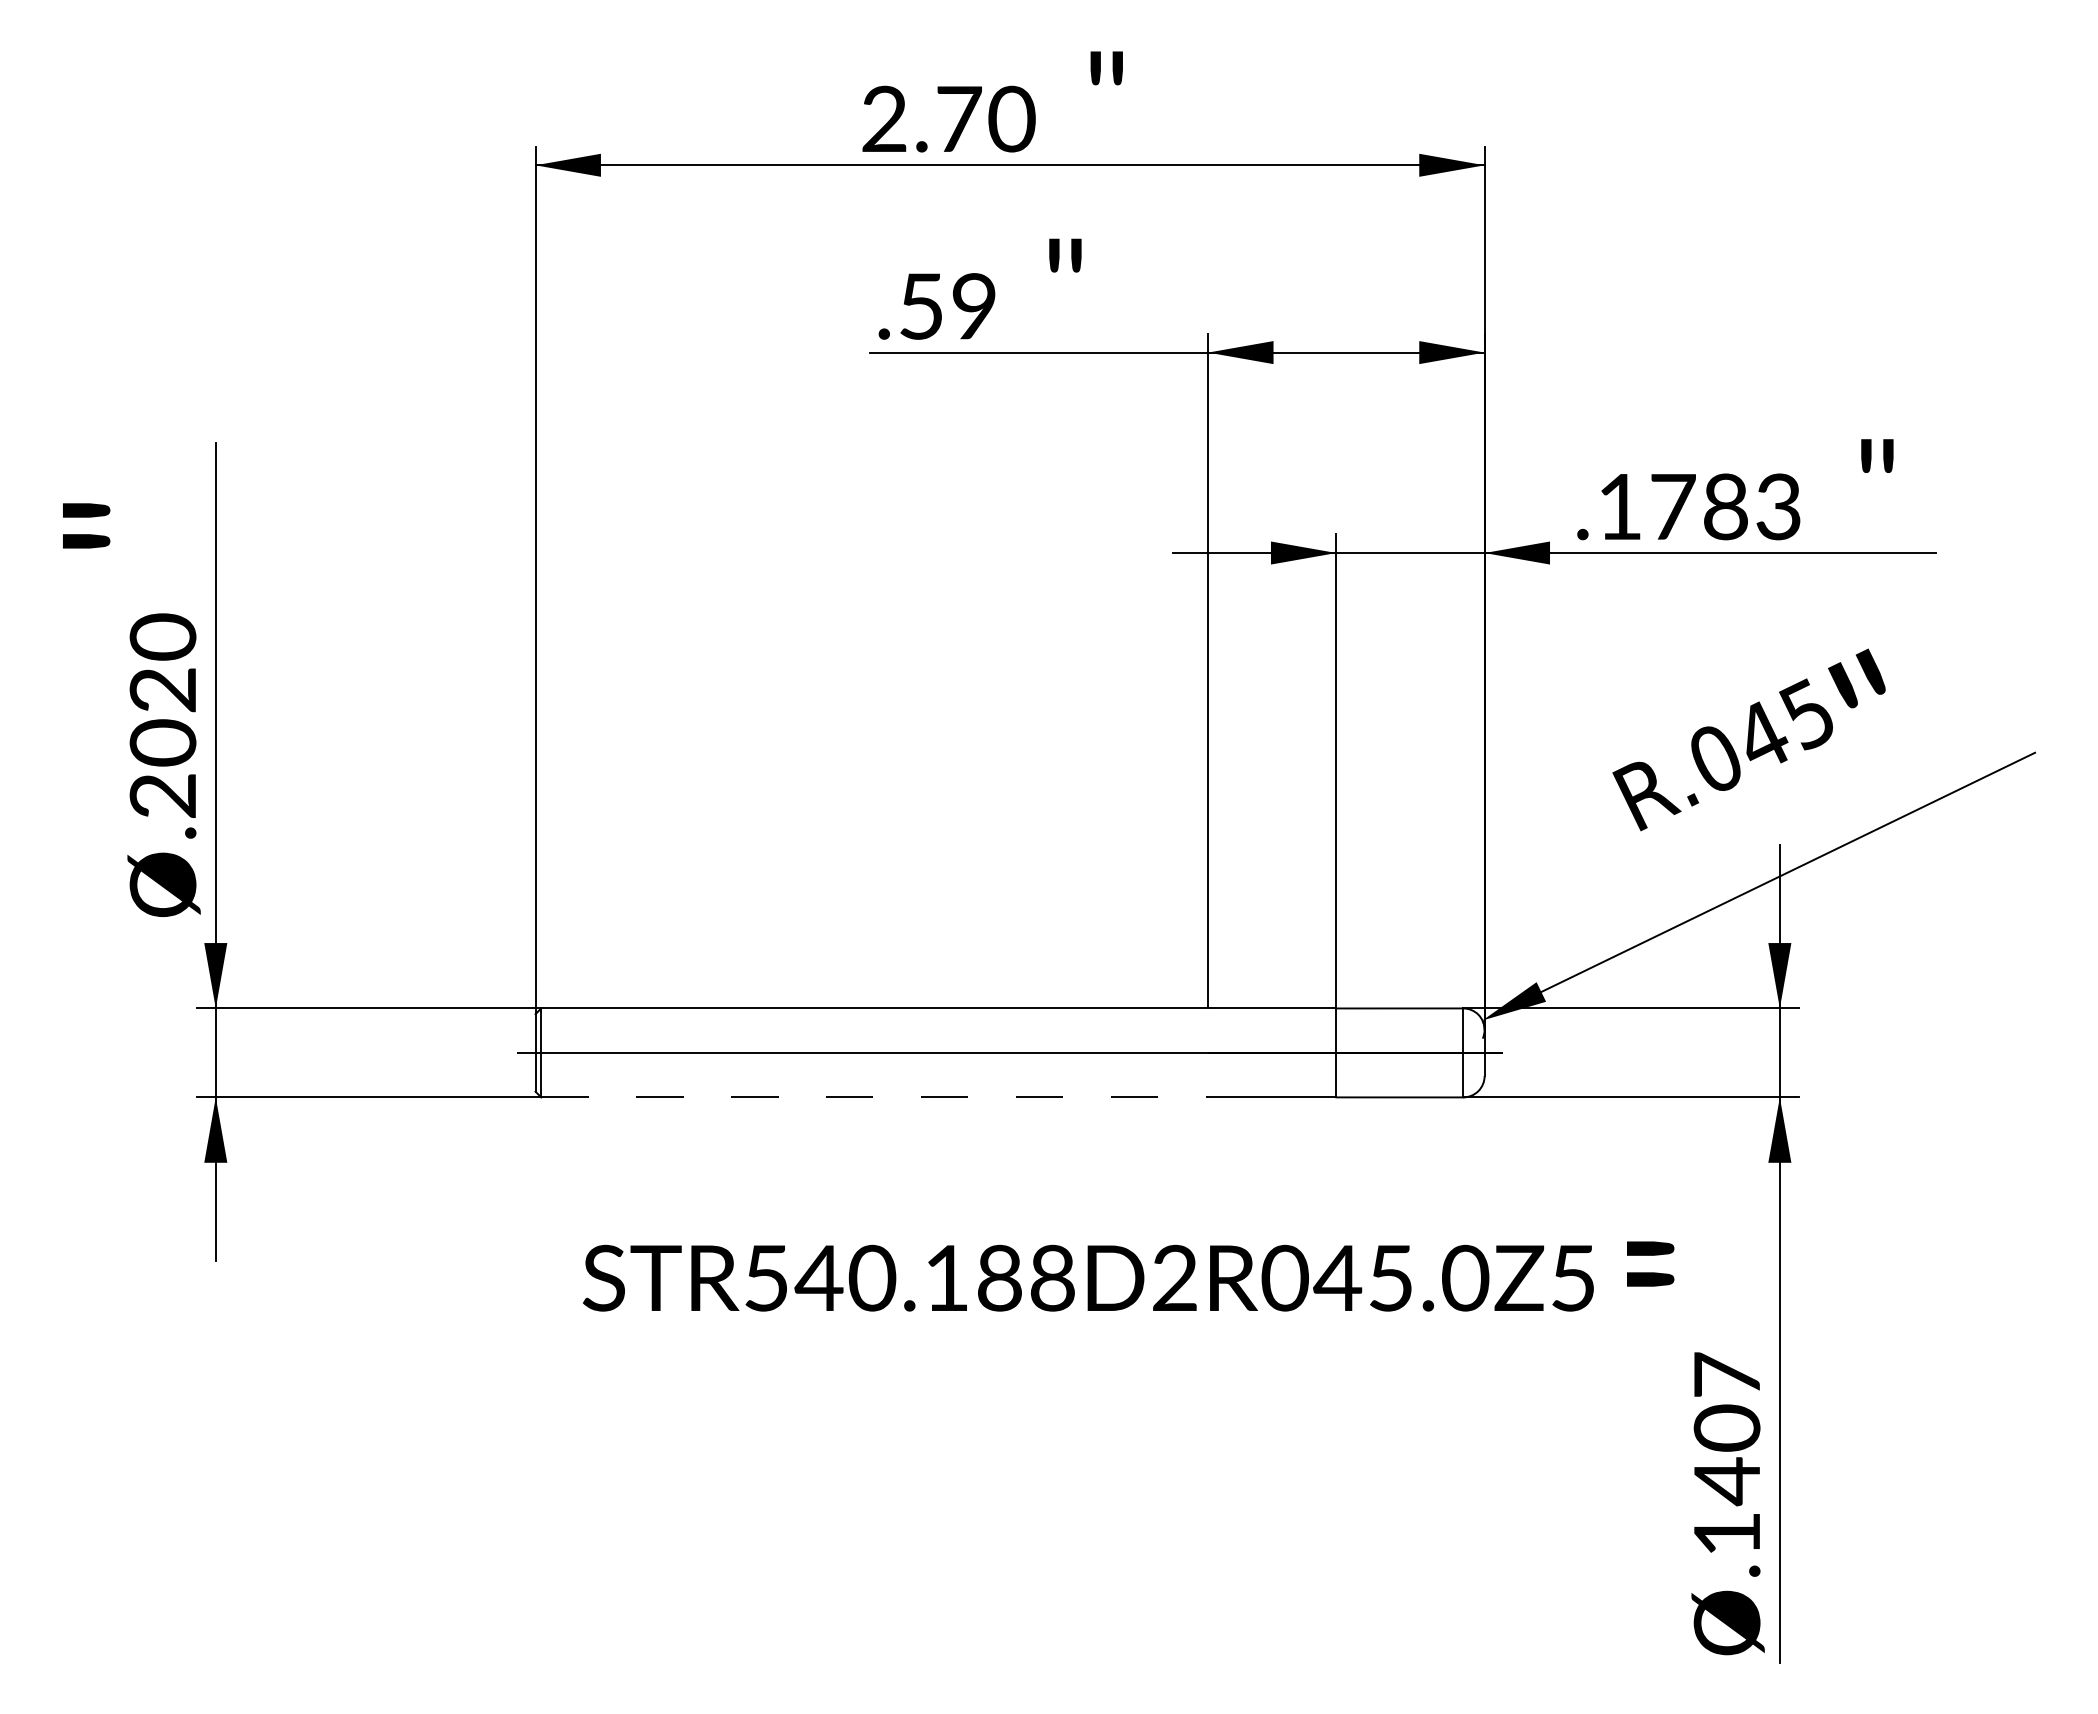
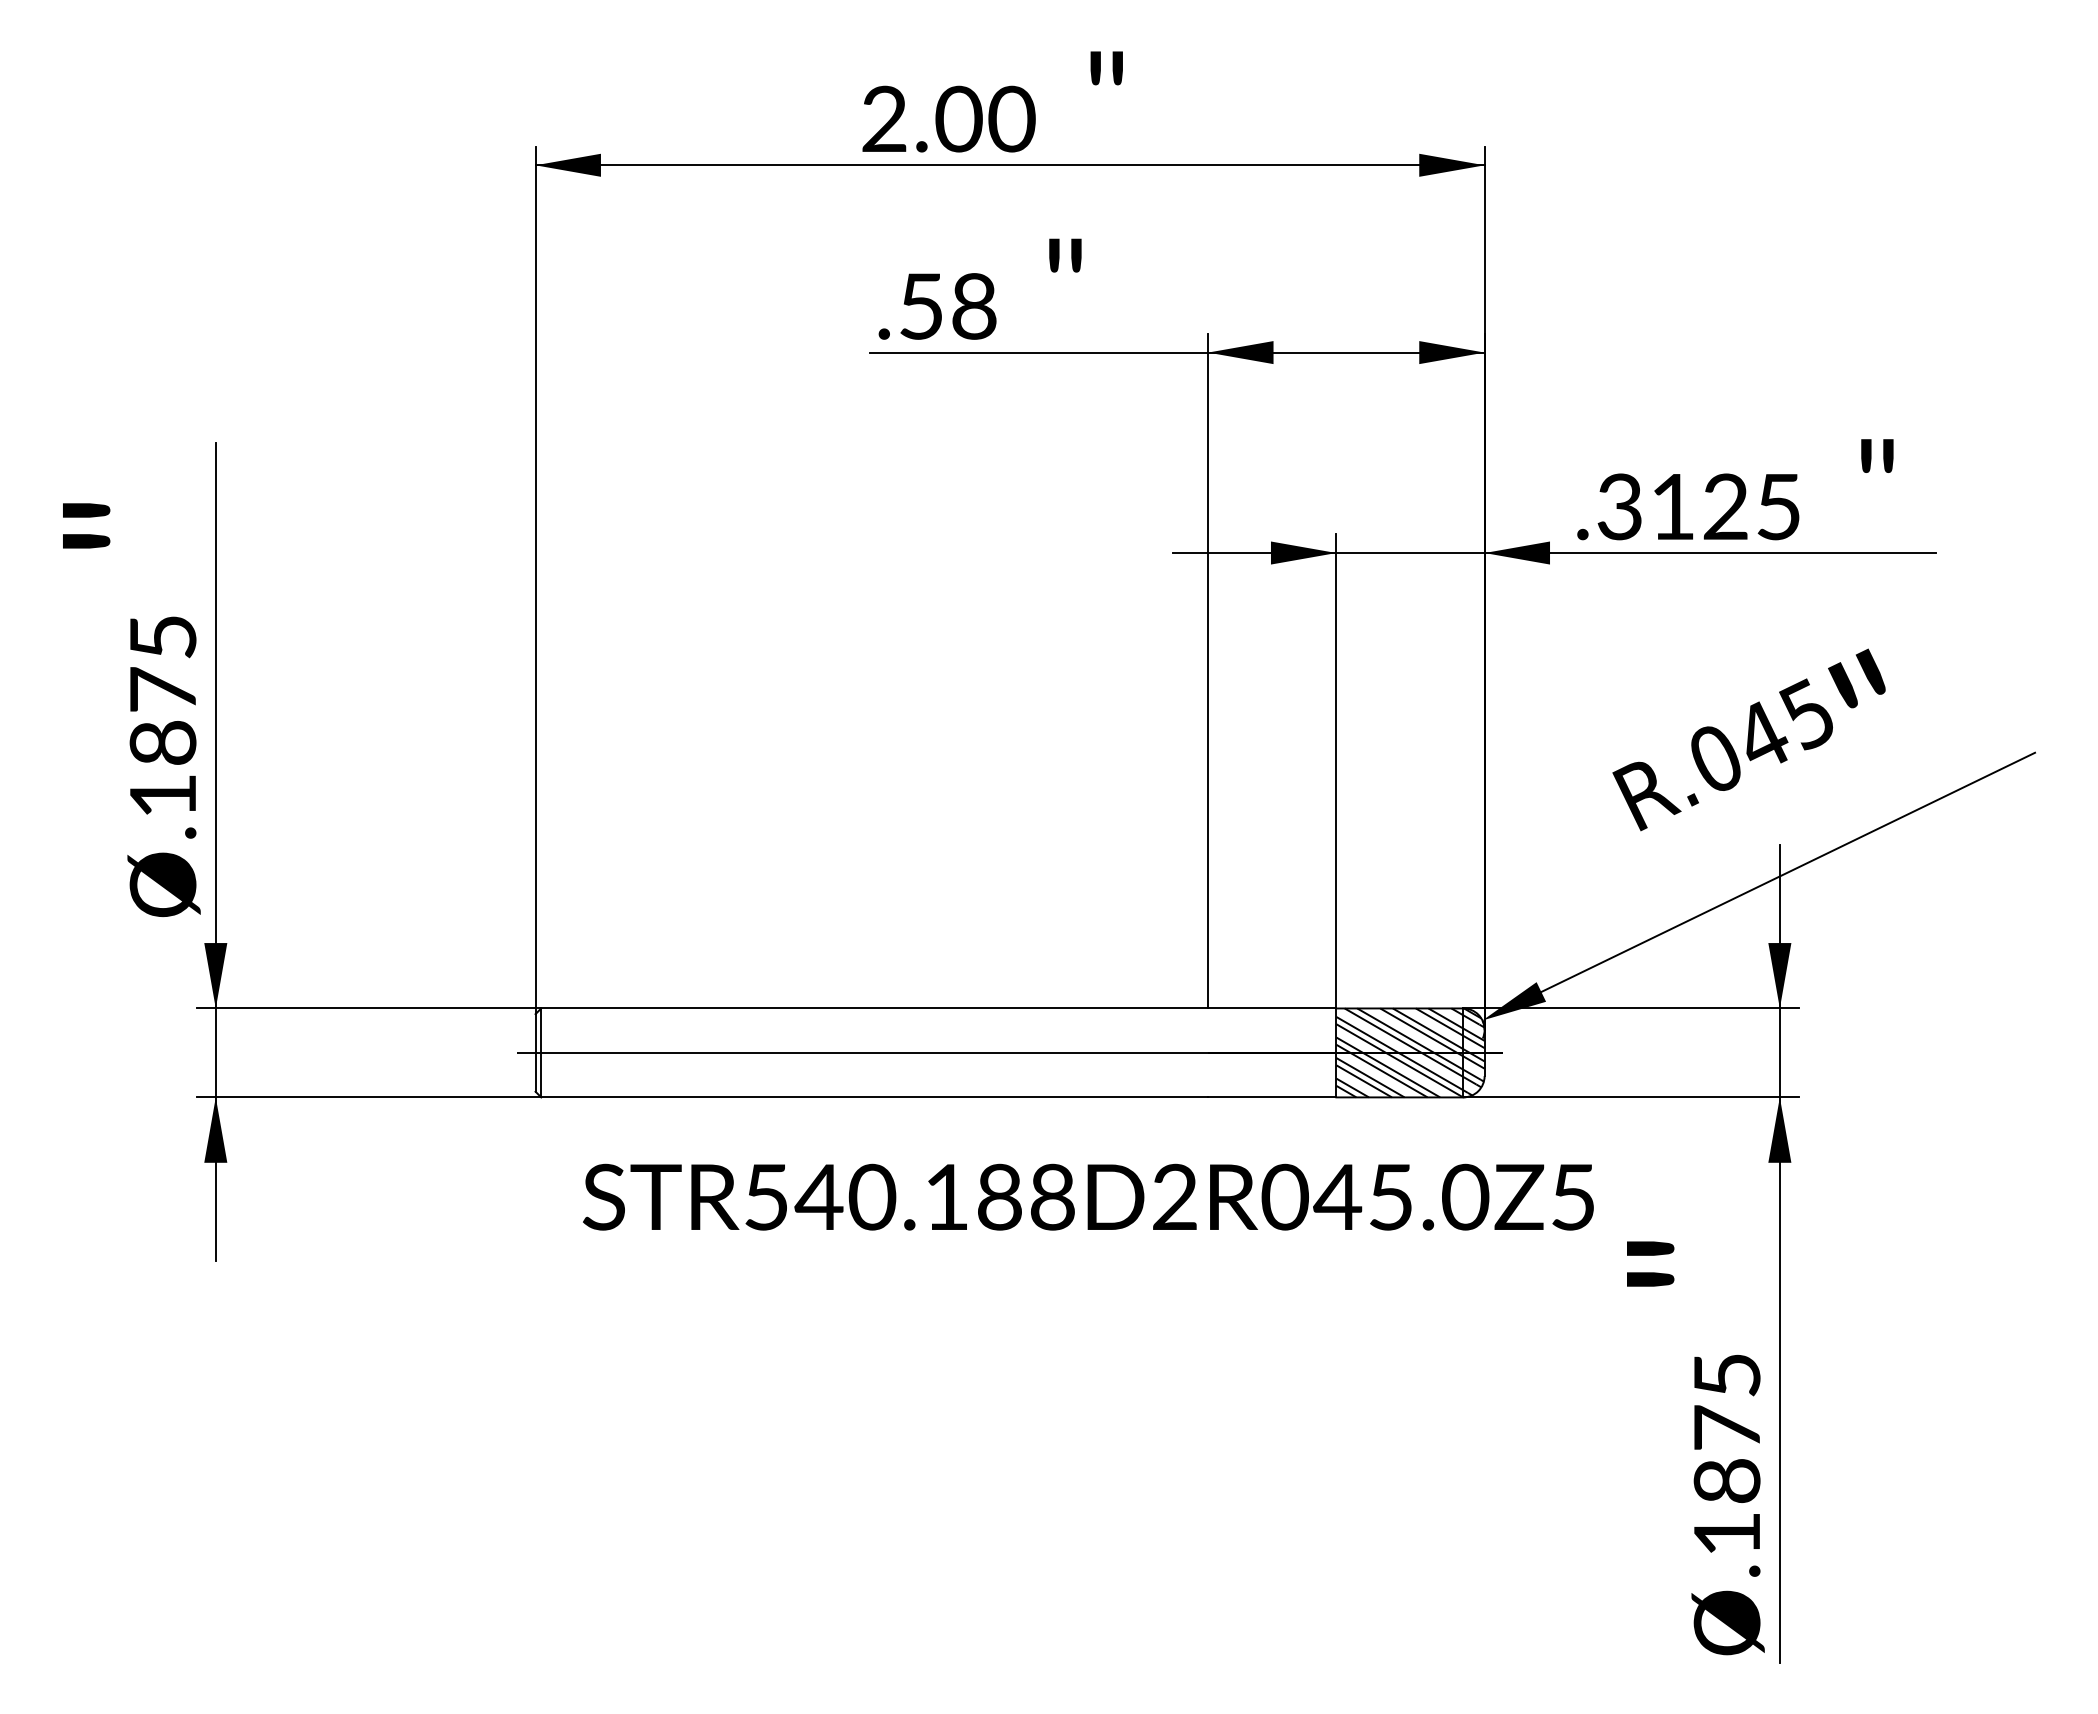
text at (958, 118): 2.70 -> 2.00
text at (974, 307): .59 -> .58
text at (1698, 506): .1783 -> .3125
text at (162, 715): .2020 -> .1875
hatch at (1410, 1052): none -> present
line at (875, 1097): dashed -> solid
text at (1088, 1277) position: (1088, 1277) -> (1088, 1196)
text at (1726, 1429): .1407 -> .1875
